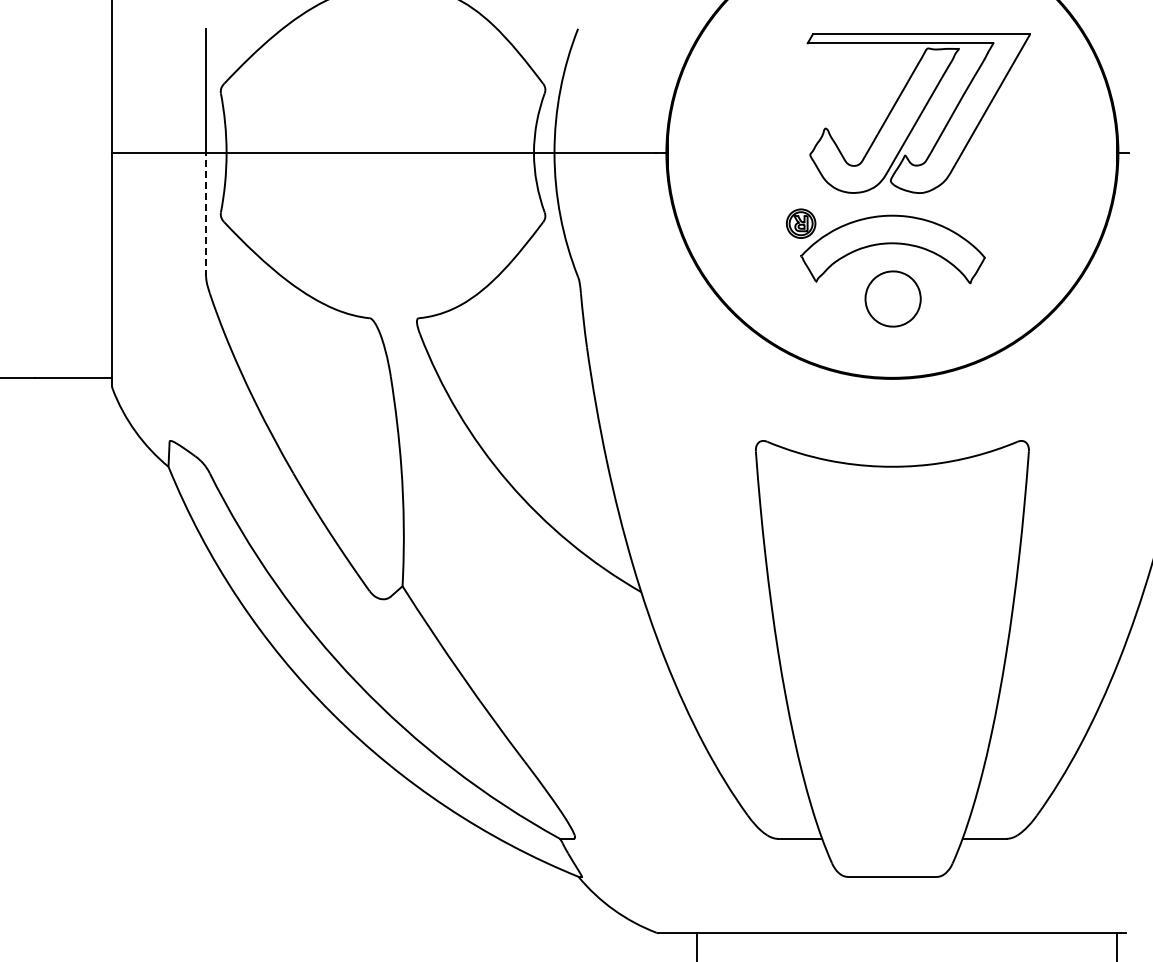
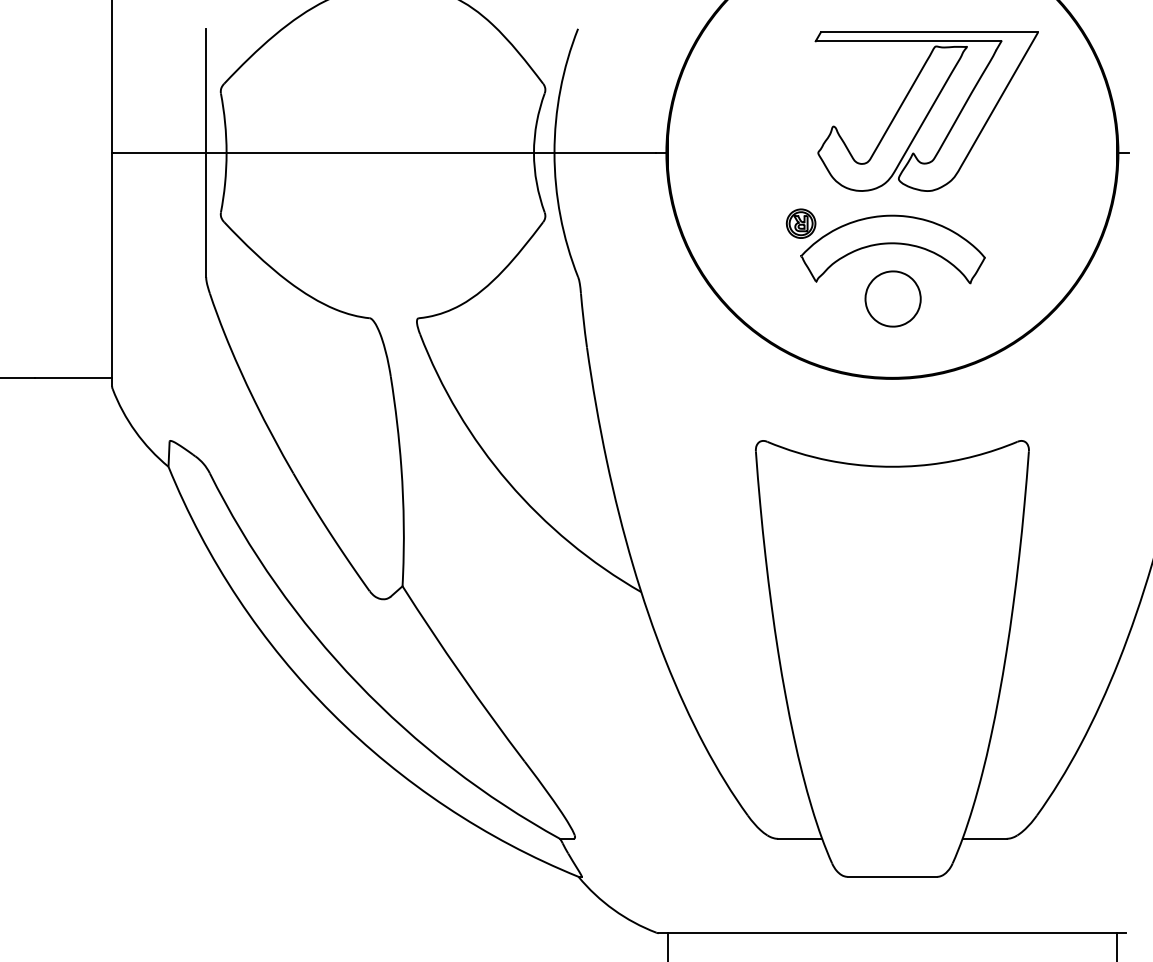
part at (918, 113) position: (918, 113) -> (926, 111)
line at (206, 214): dashed -> solid
line at (696, 945) position: (696, 945) -> (667, 945)
